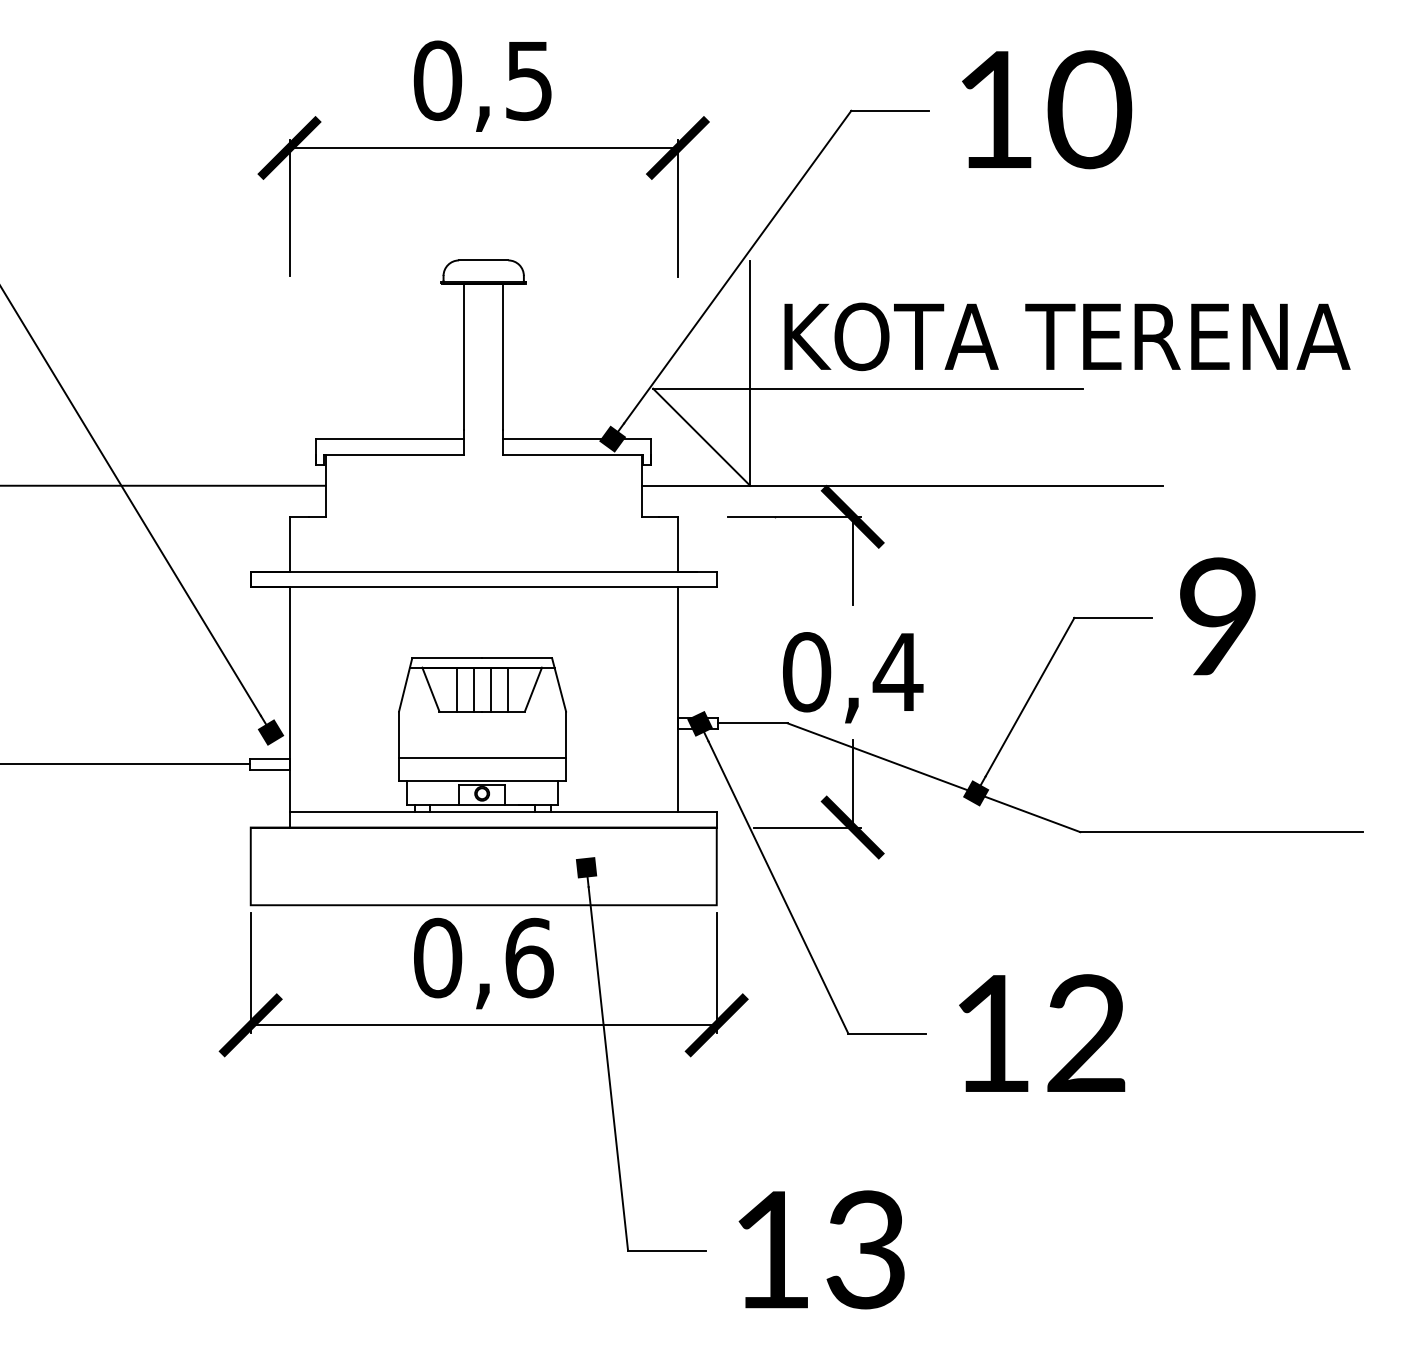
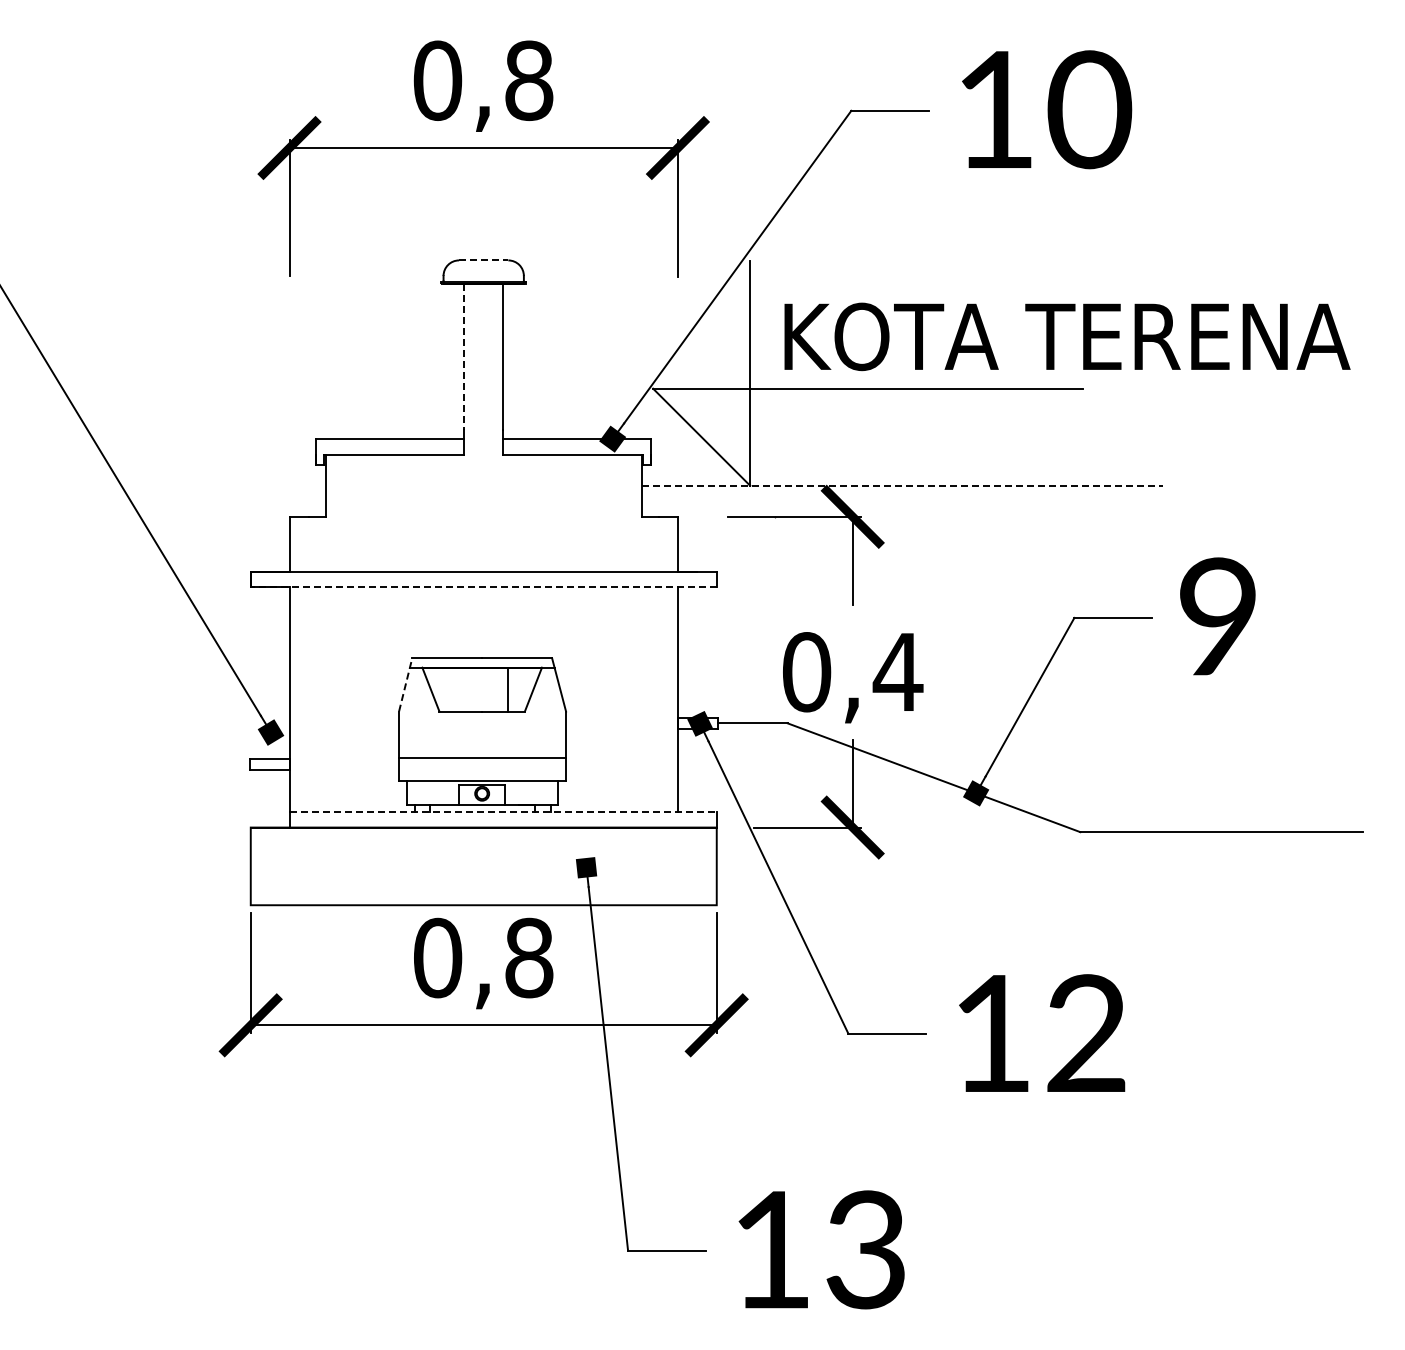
text at (529, 80): 0,5 -> 0,8
line at (483, 260): solid -> dashed
line at (464, 356): solid -> dashed
line at (163, 485): present -> none
line at (902, 485): solid -> dashed
line at (483, 587): solid -> dashed
line at (405, 684): solid -> dashed
line at (456, 689): present -> none
line at (473, 689): present -> none
line at (490, 689): present -> none
line at (125, 764): present -> none
line at (503, 812): solid -> dashed
text at (529, 957): 0,6 -> 0,8
